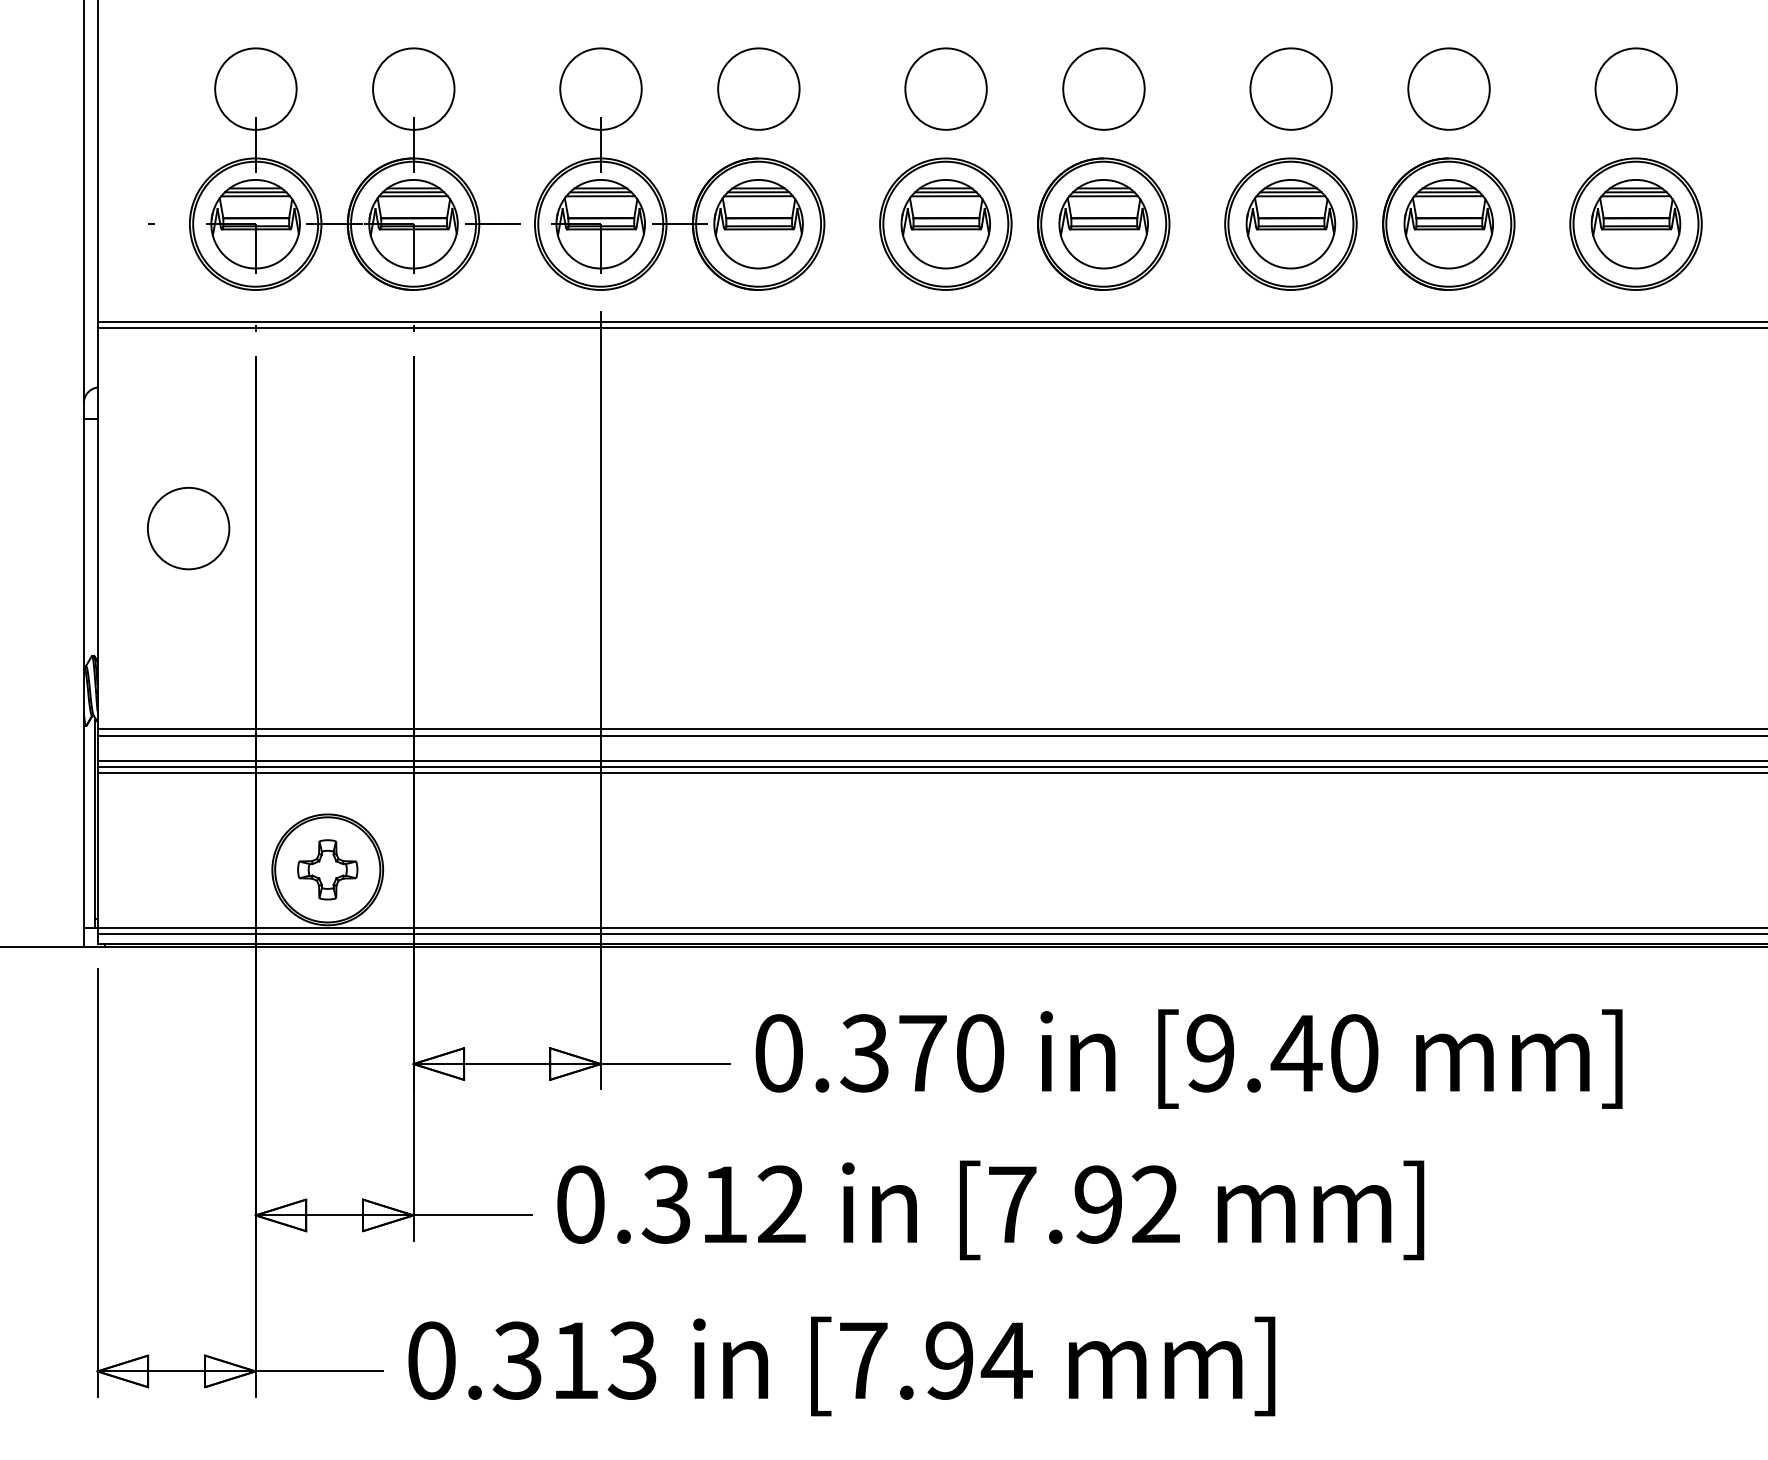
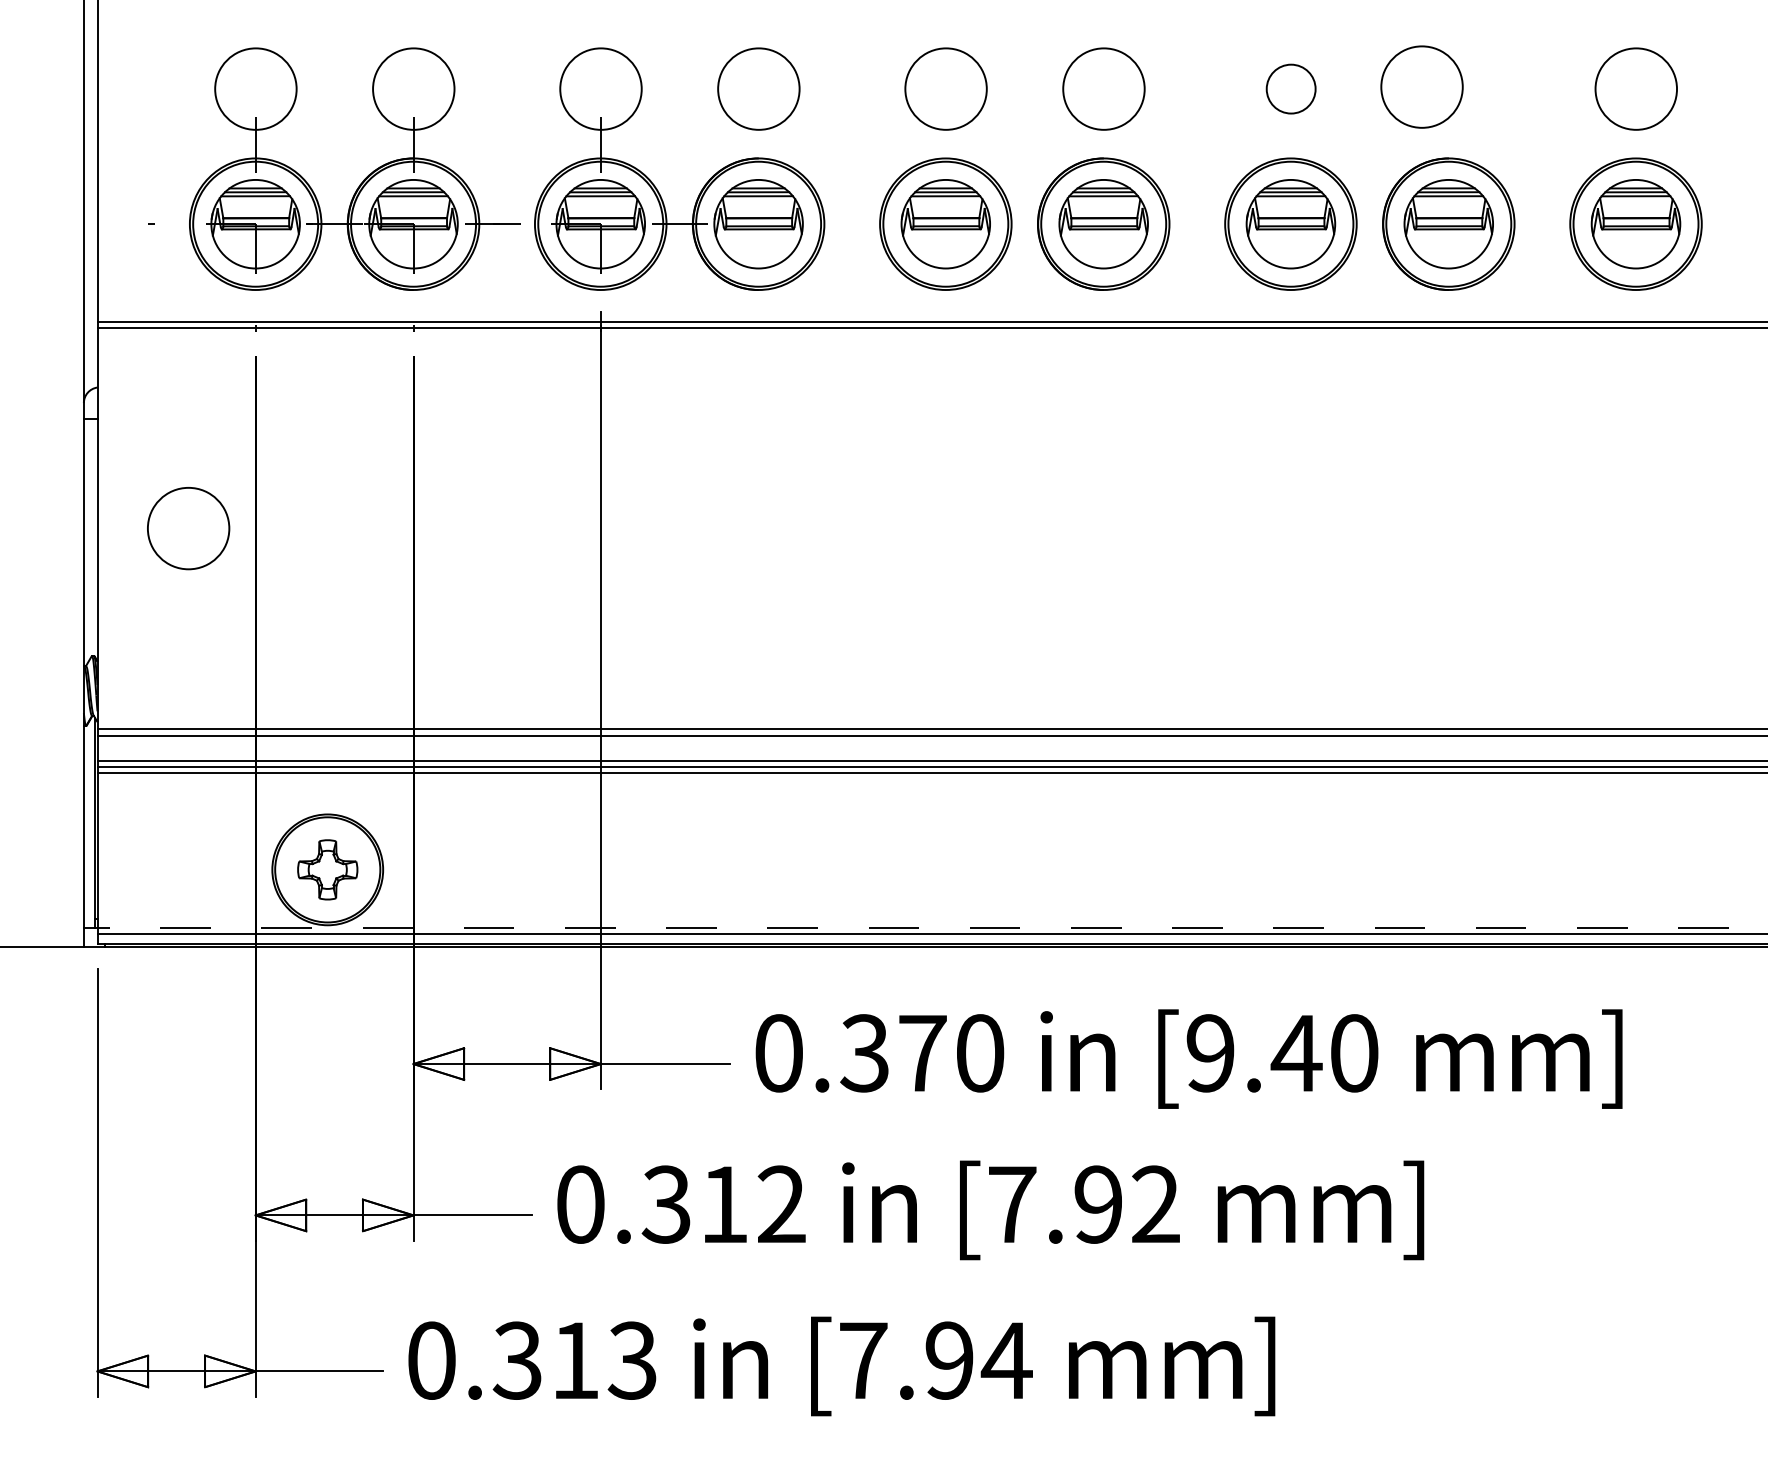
circle at (1290, 88) diameter: 81 px -> 49 px
circle at (1448, 88) position: (1448, 88) -> (1421, 86)
line at (931, 927): solid -> dashed
